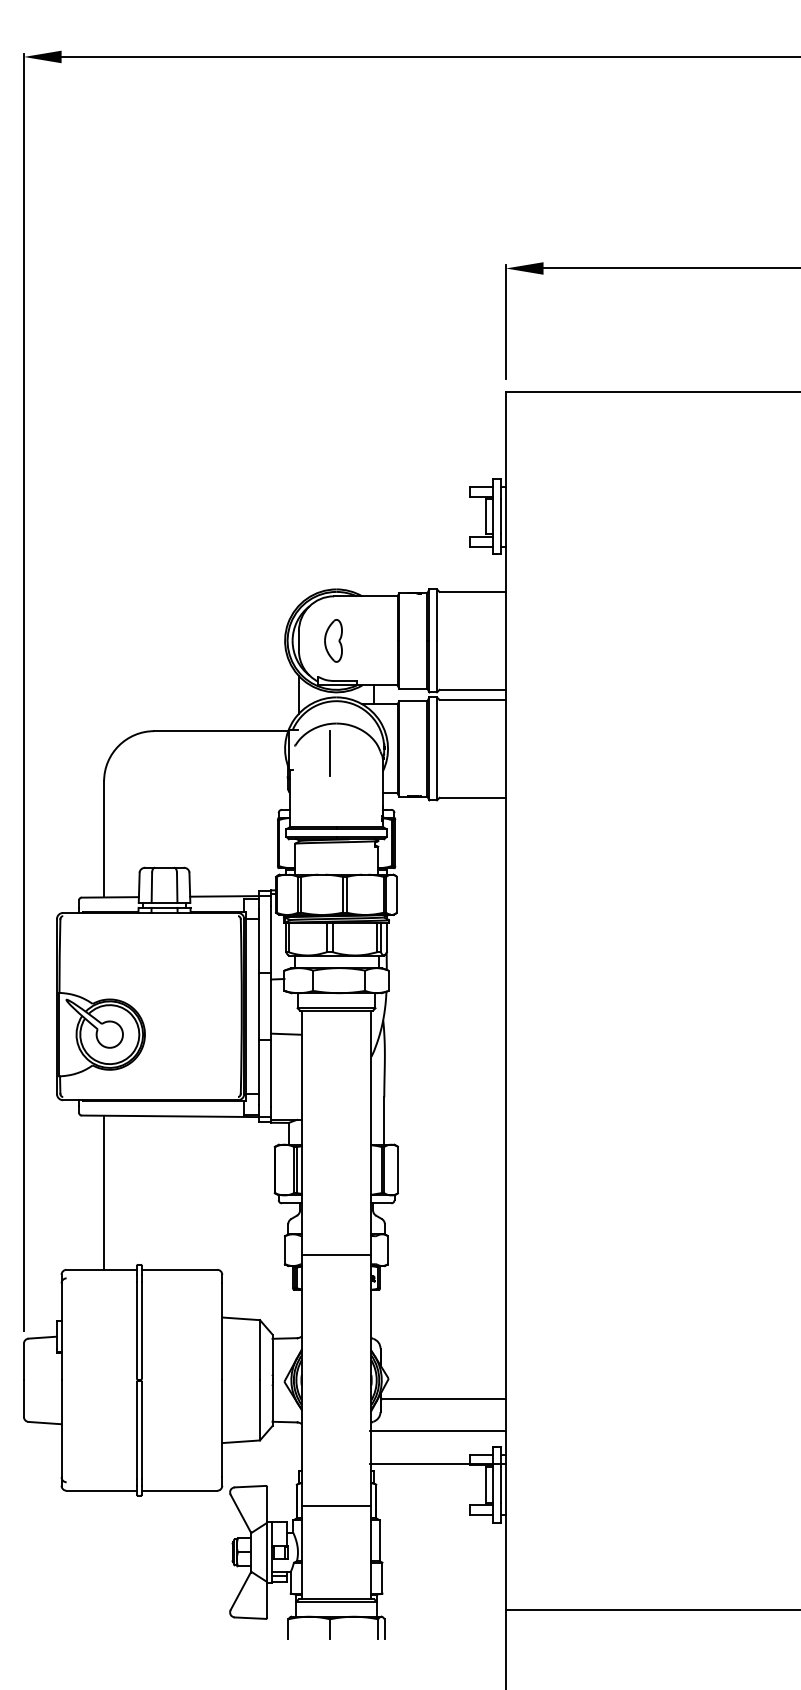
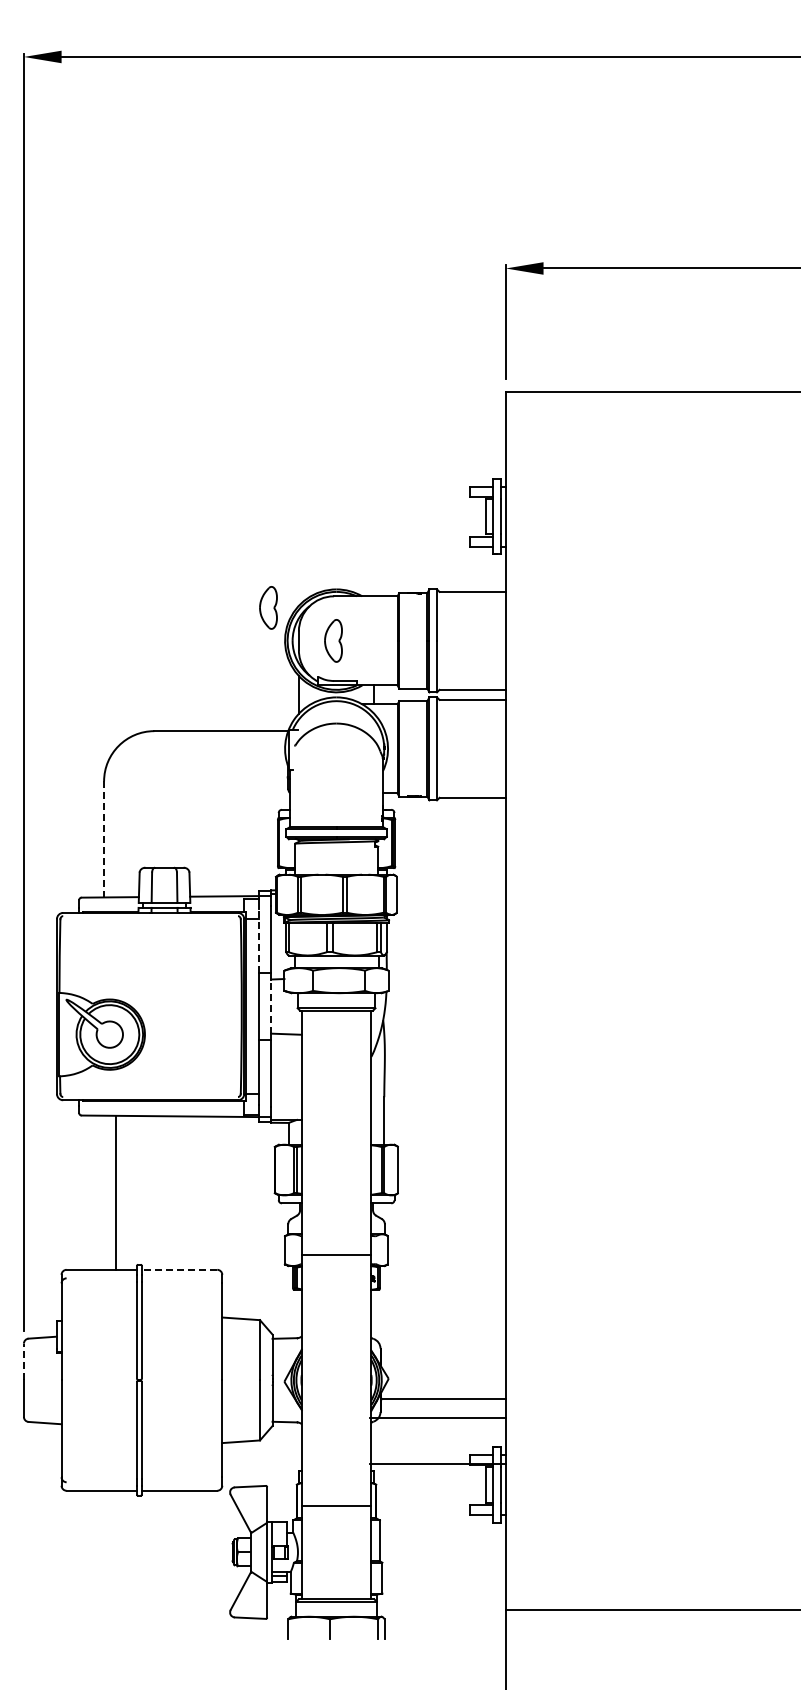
part at (268, 607): none -> present
line at (330, 753): present -> none
line at (104, 839): solid -> dashed
line at (258, 940): solid -> dashed
line at (271, 1006): solid -> dashed
line at (104, 1192) position: (104, 1192) -> (116, 1192)
line at (179, 1269): solid -> dashed
line at (23, 1361): solid -> dashed
line at (437, 1430) position: (437, 1430) -> (437, 1417)
